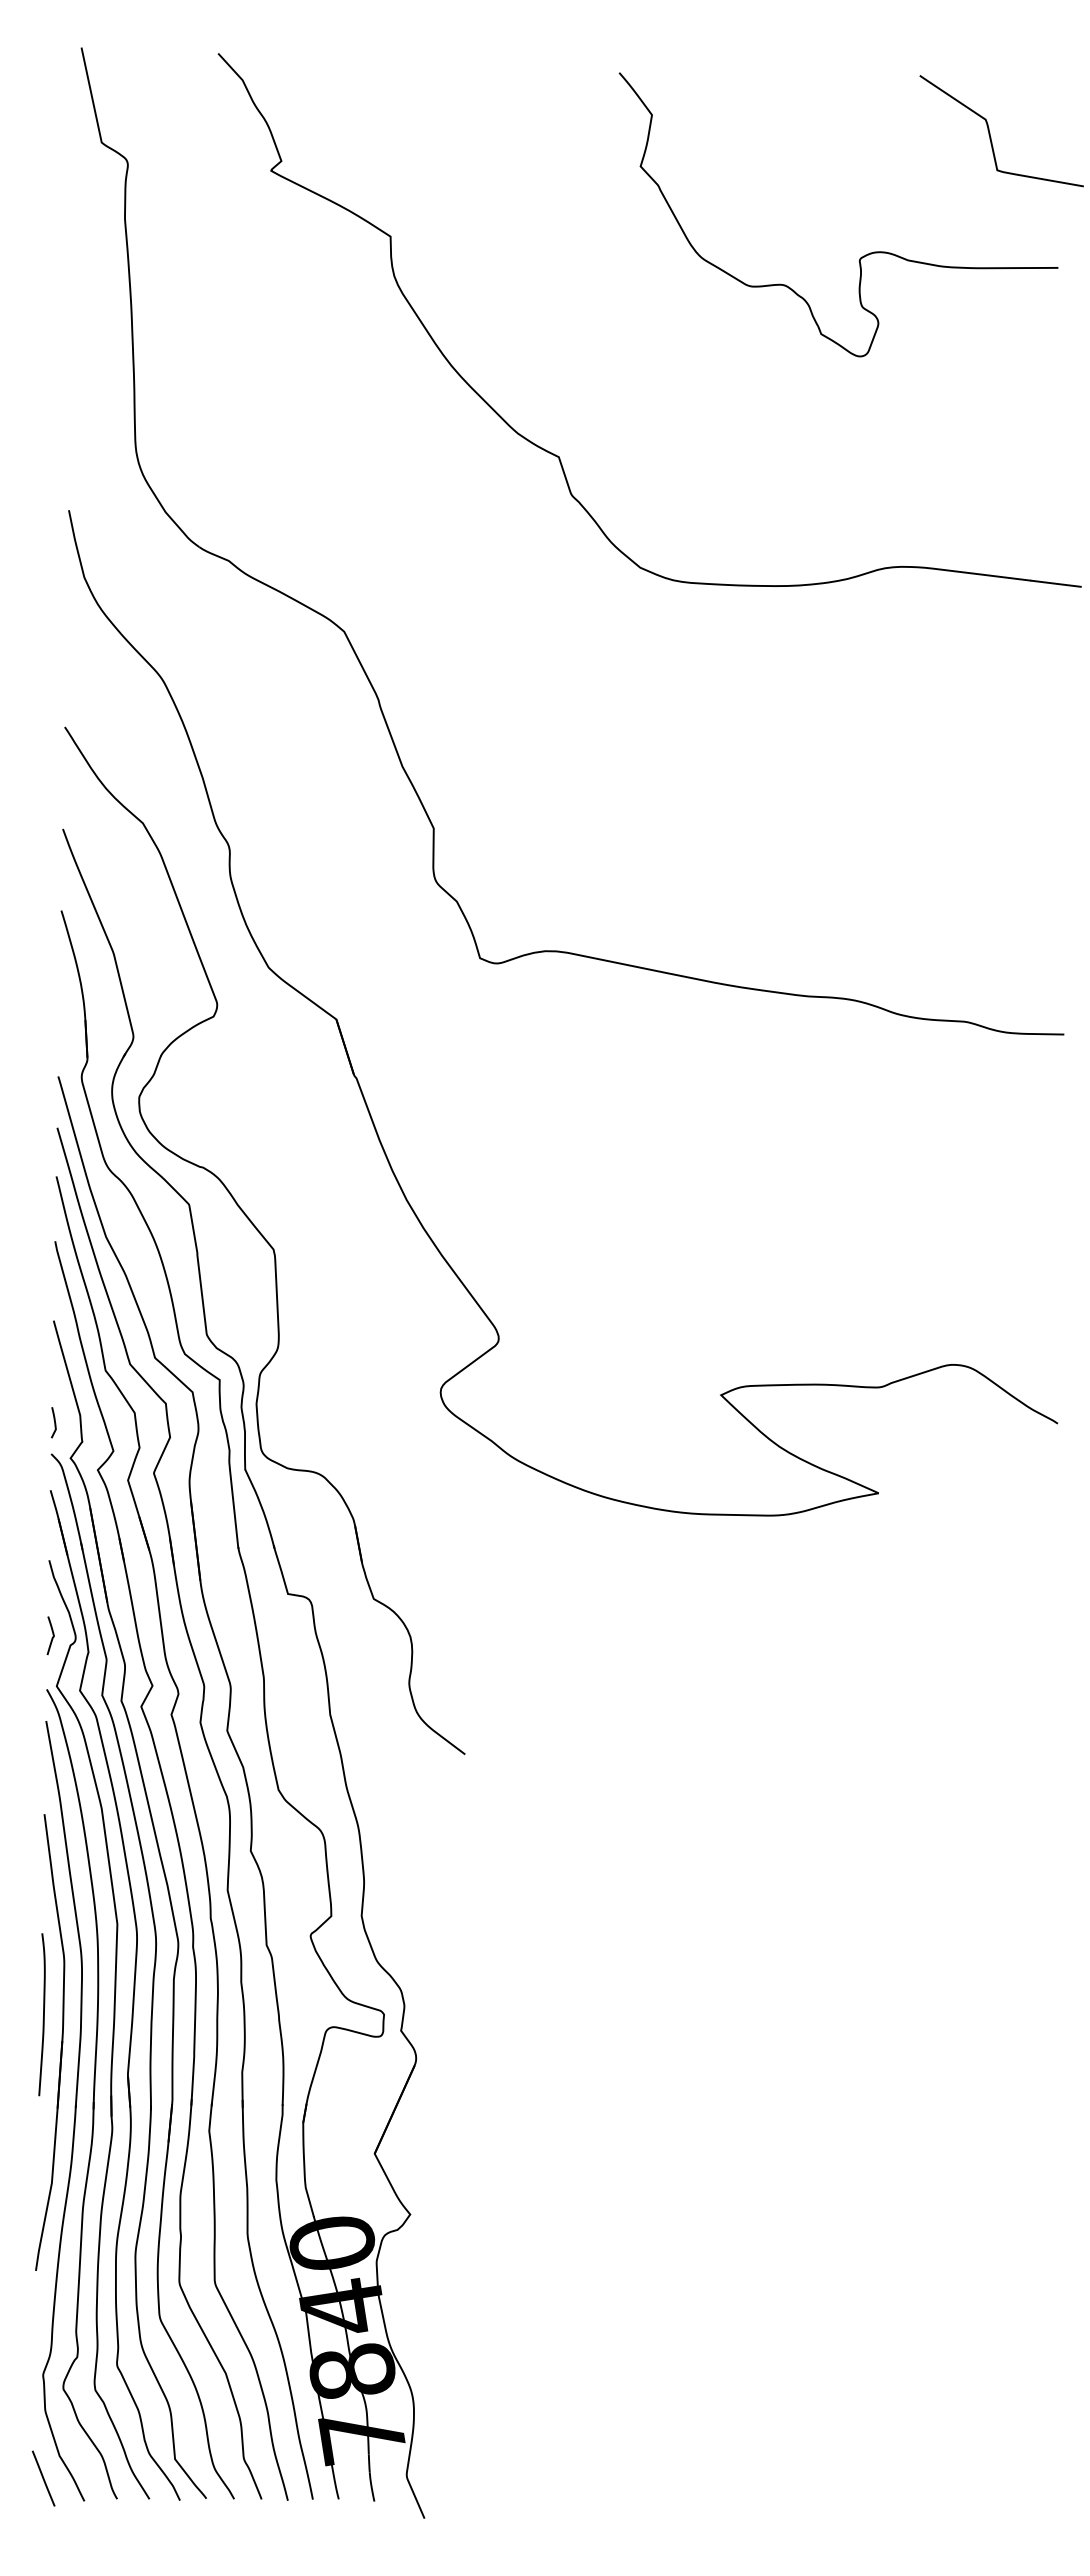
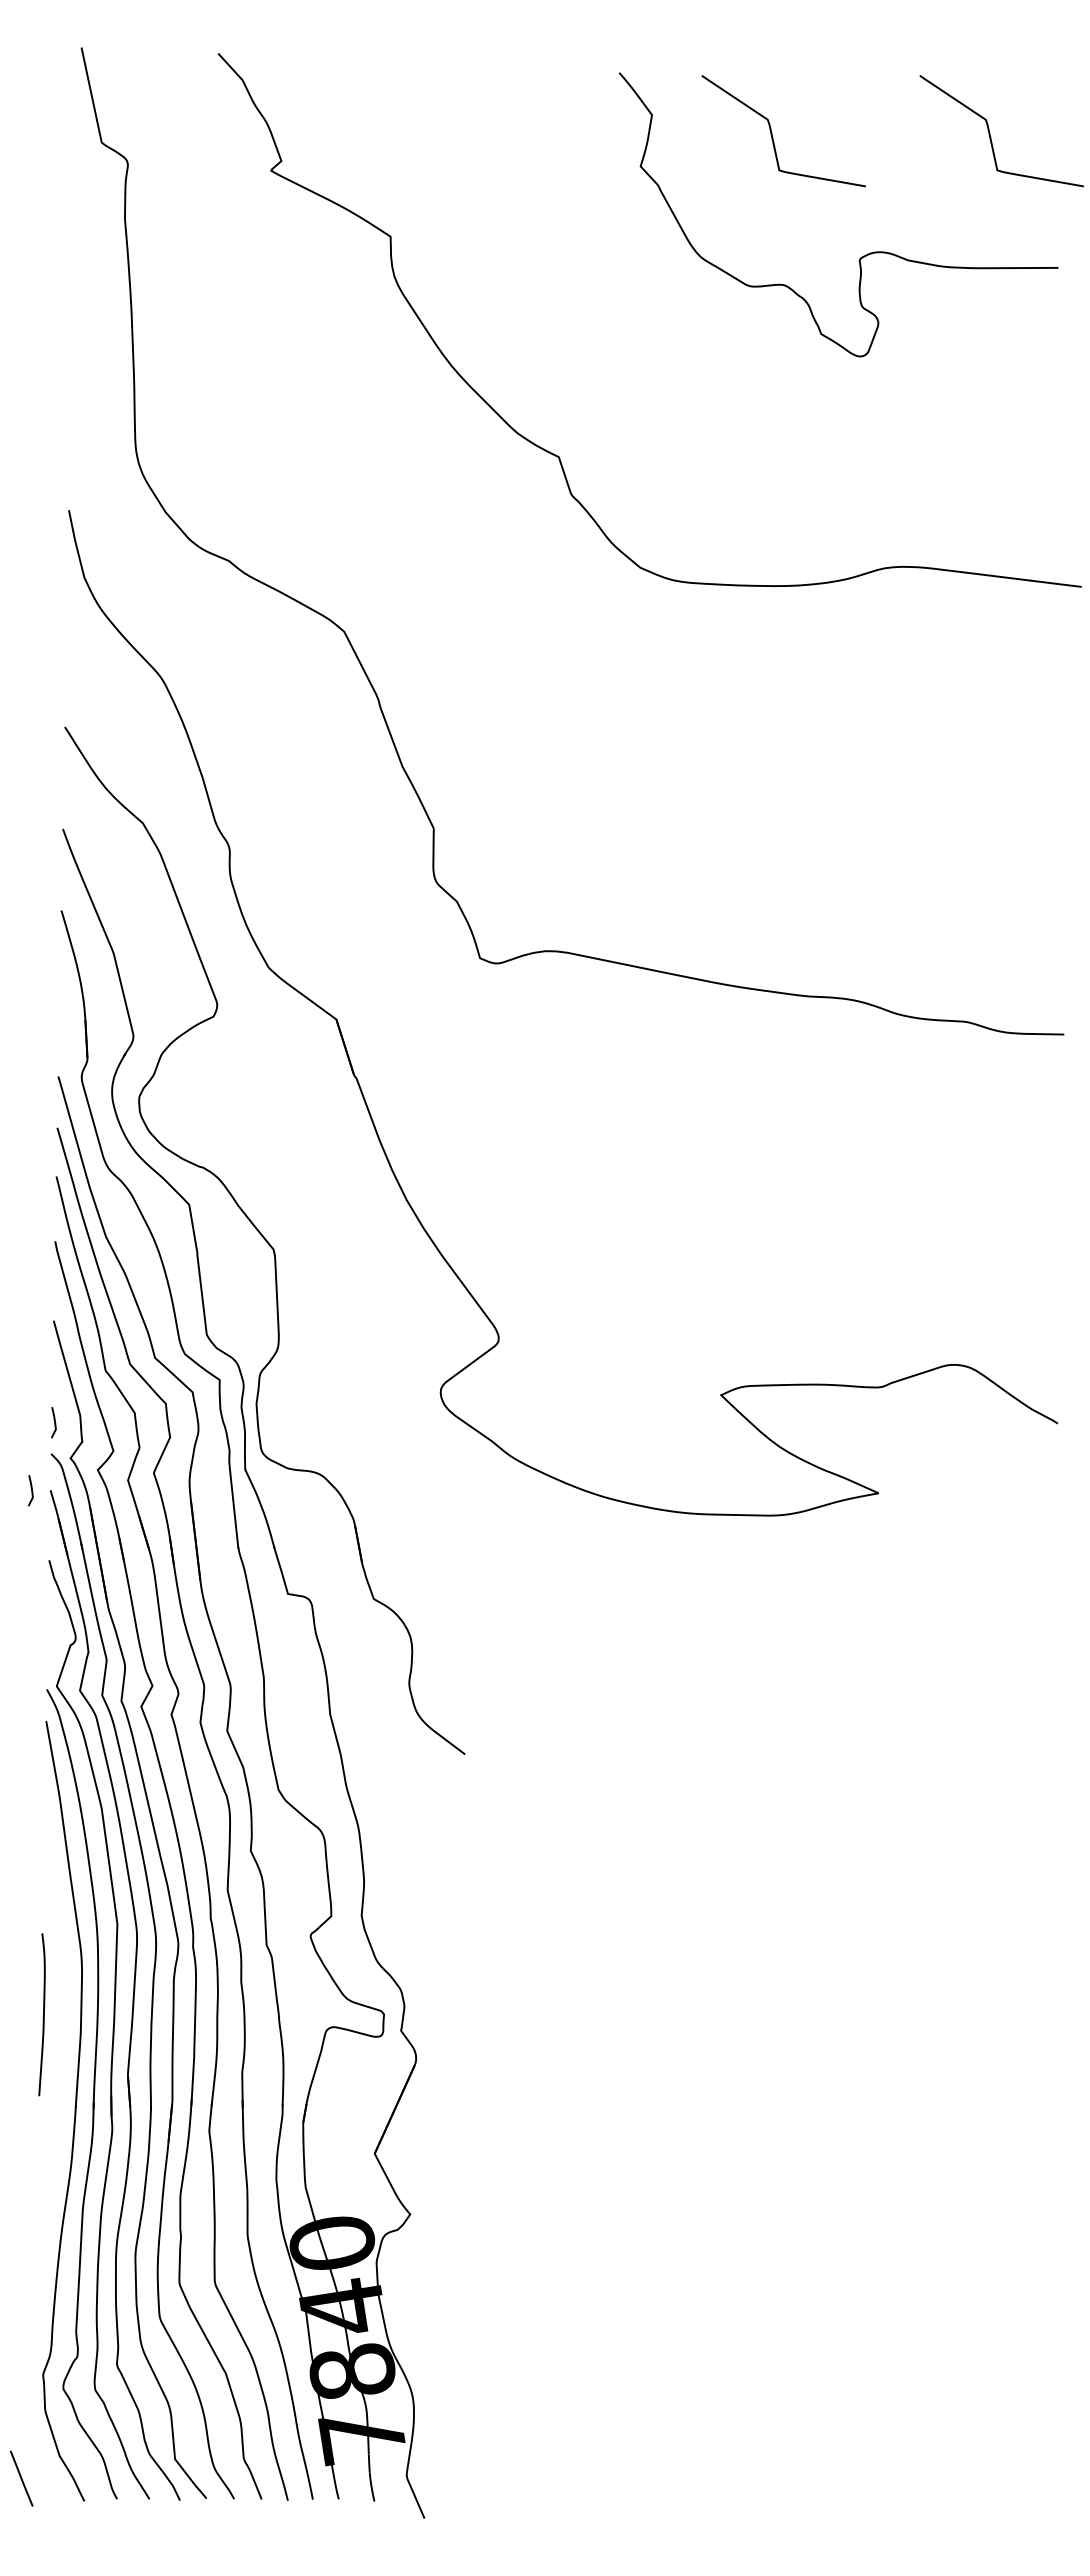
curve at (772, 132): none -> present
curve at (31, 1490): none -> present
curve at (52, 1634): present -> none
part at (61, 2042): present -> none
line at (43, 2478) position: (43, 2478) -> (21, 2478)
